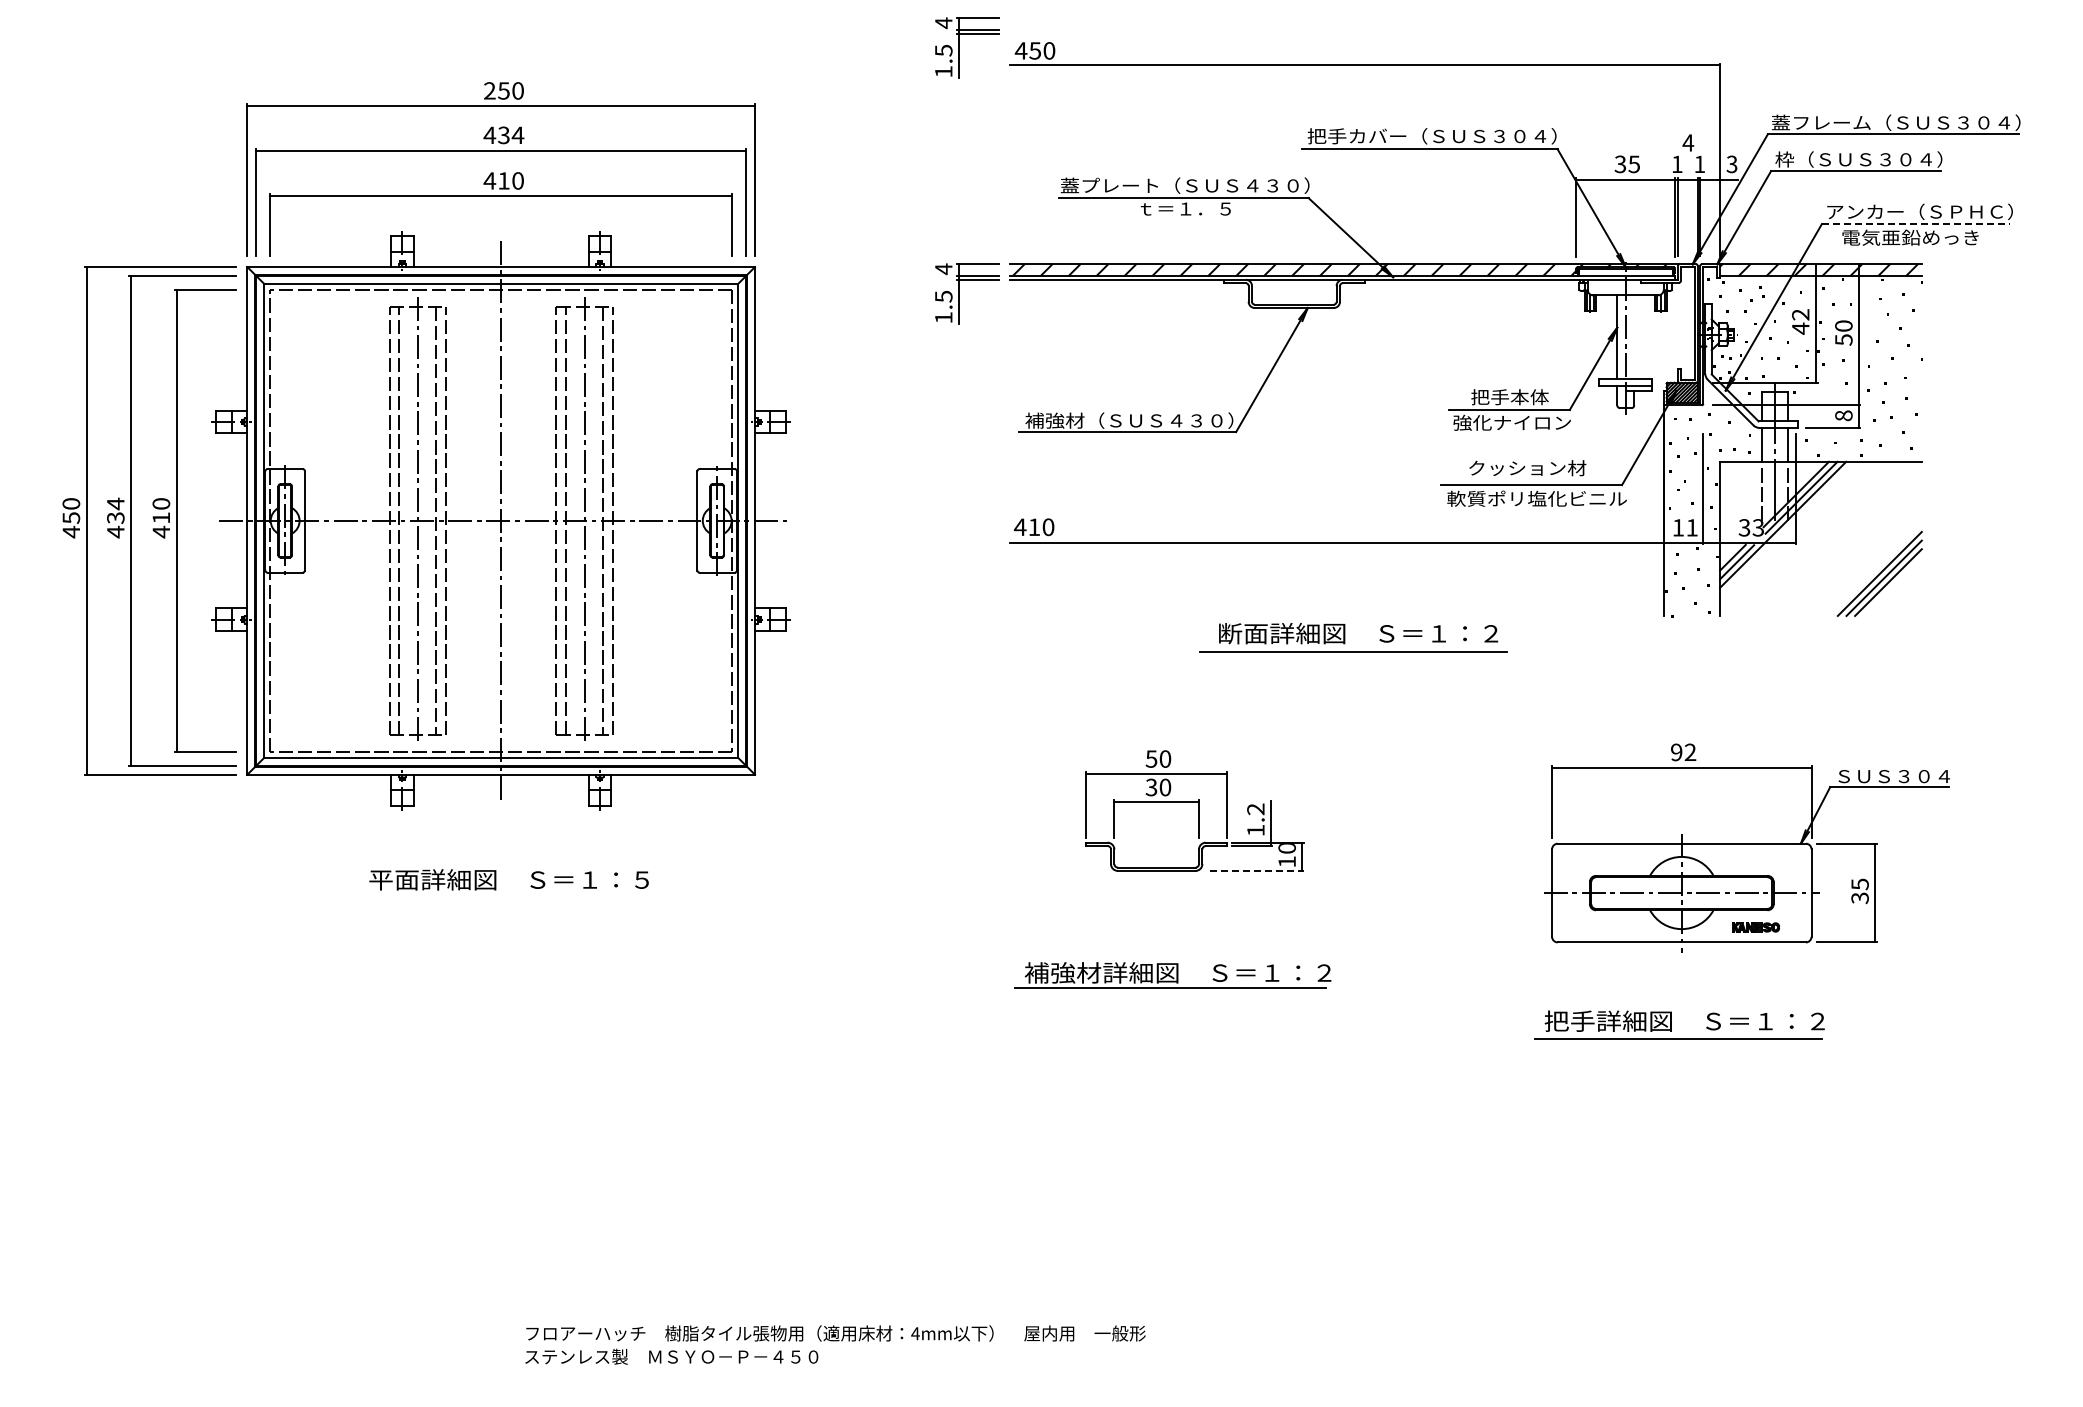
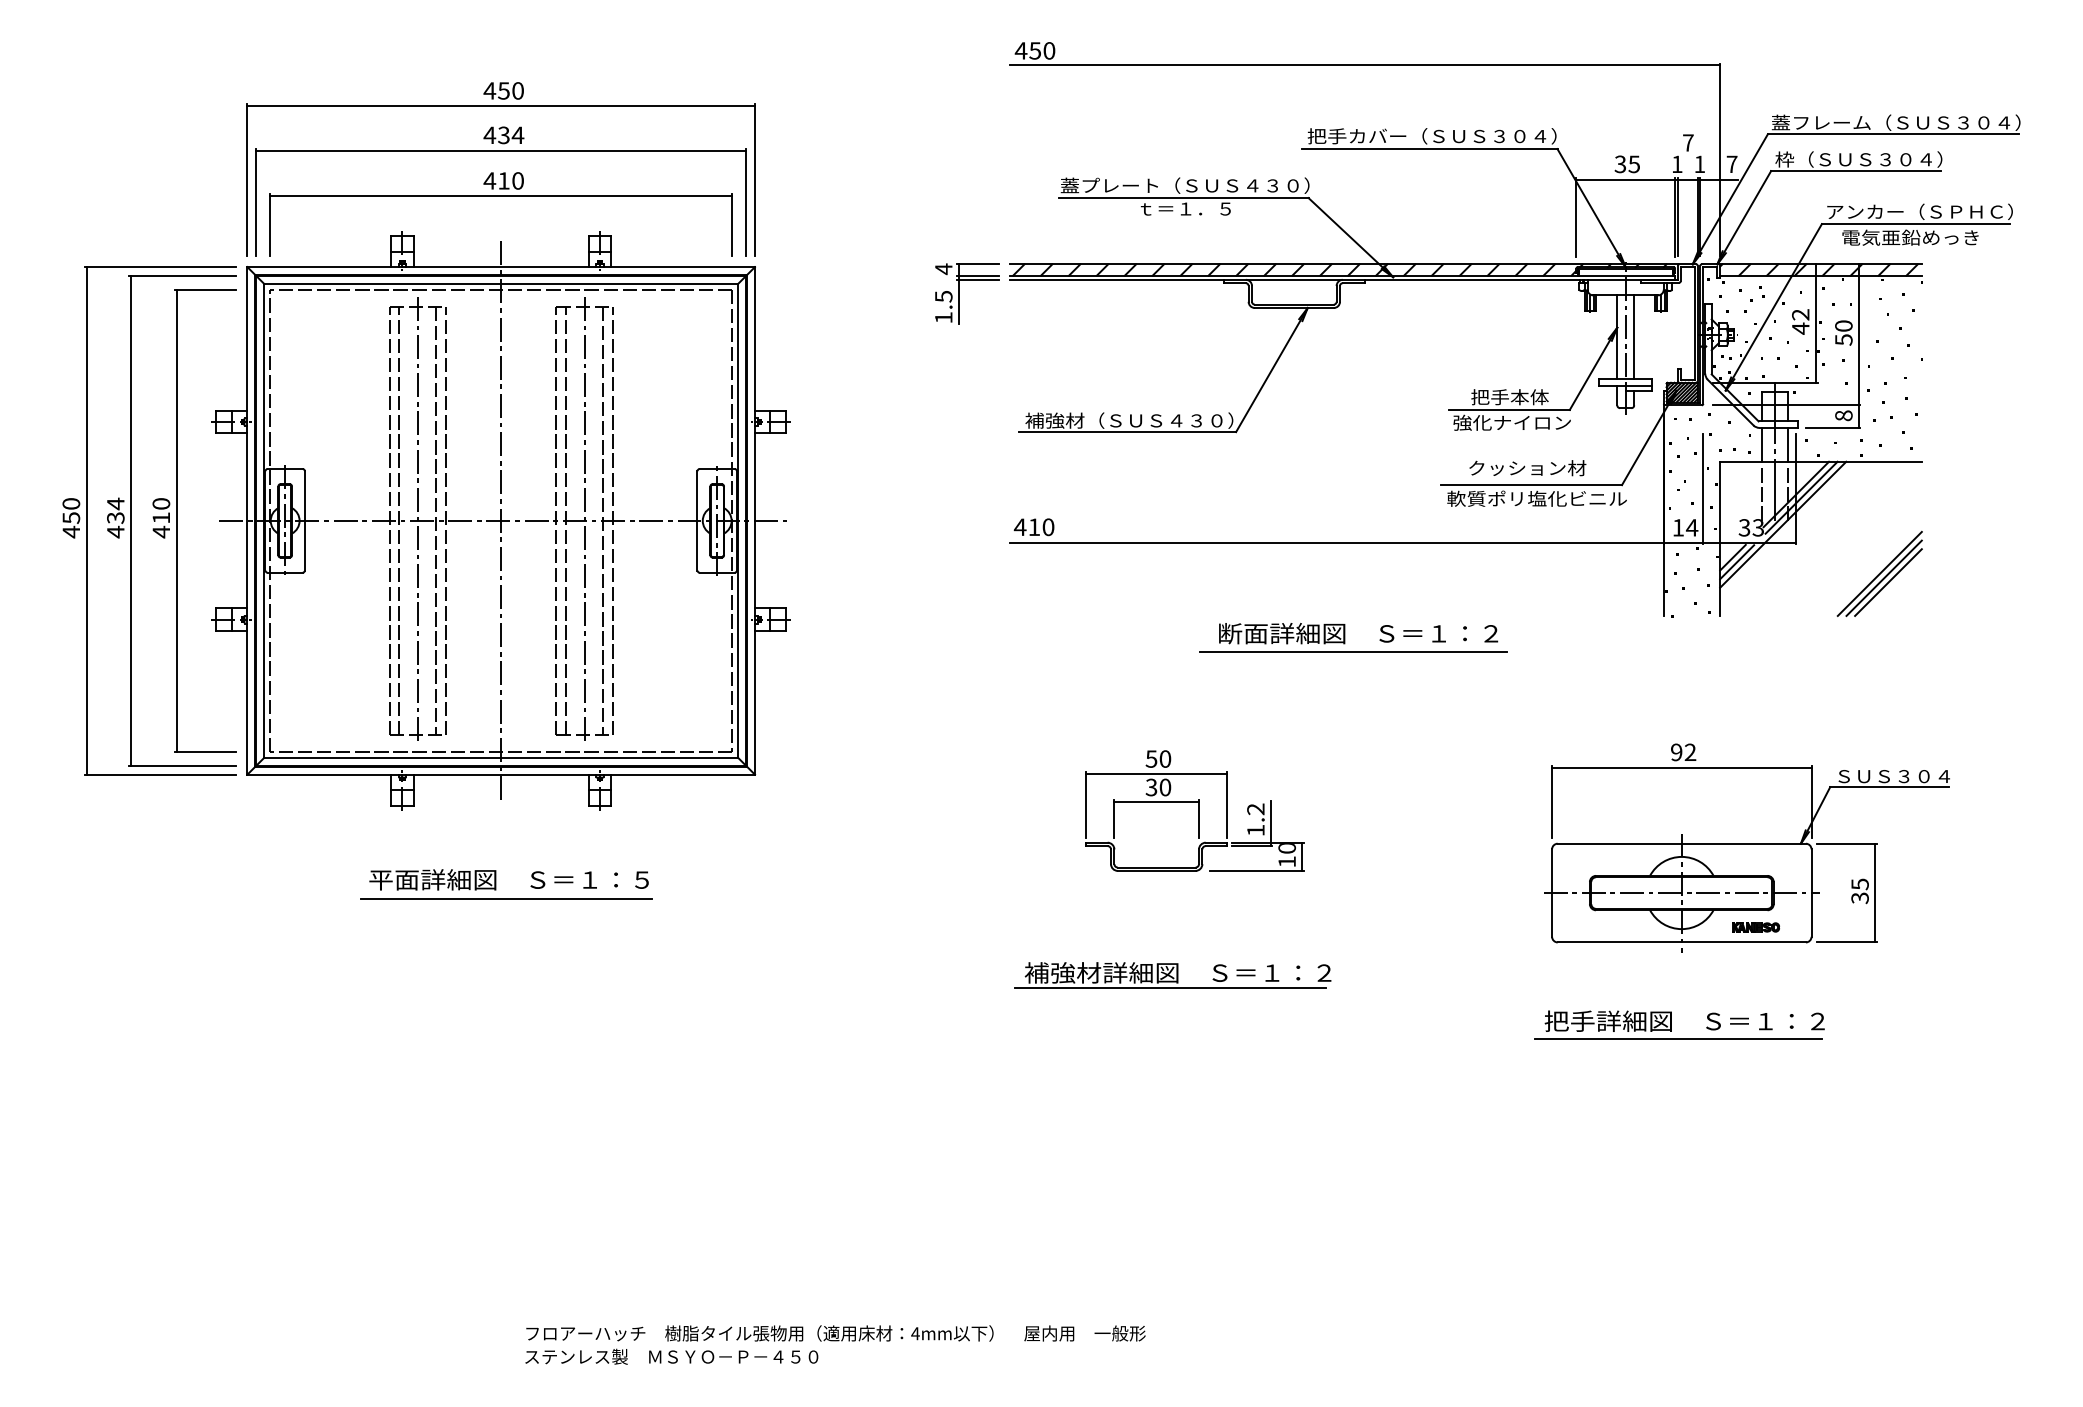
part at (959, 47): present -> none
text at (489, 90): 250 -> 450
text at (1688, 142): 4 -> 7
text at (1731, 164): 3 -> 7
line at (1916, 224): dashed -> solid
line at (1634, 336): none -> present
text at (1692, 527): 11 -> 14
line at (1256, 870): dashed -> solid
line at (505, 899): none -> present
